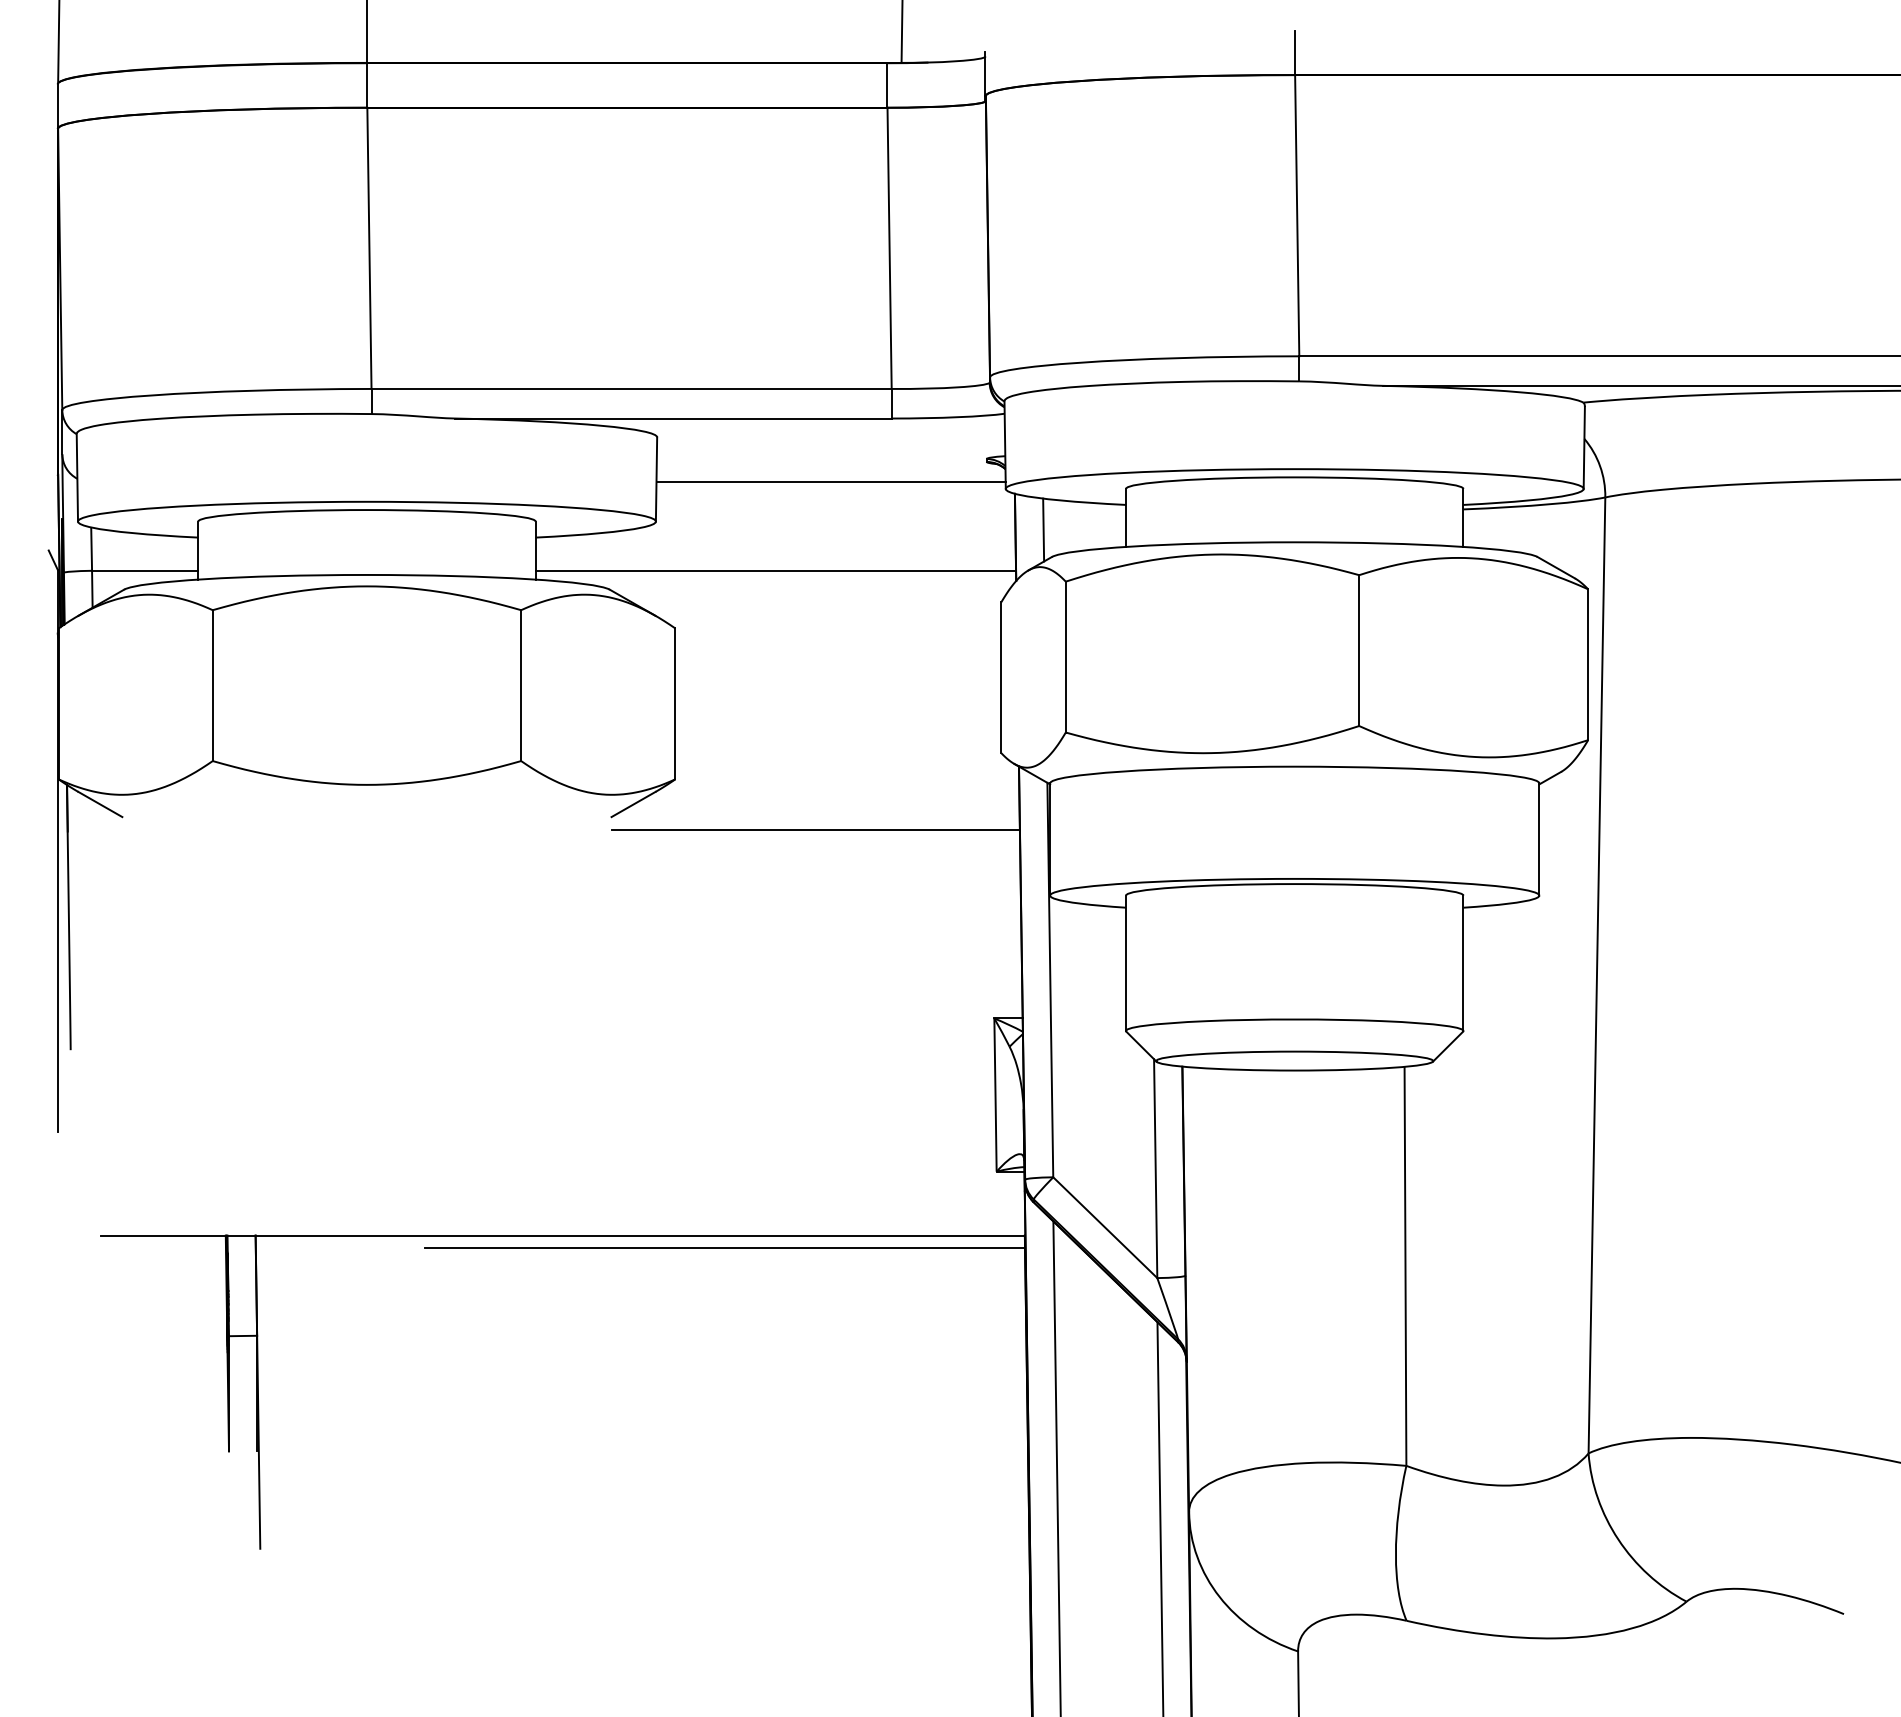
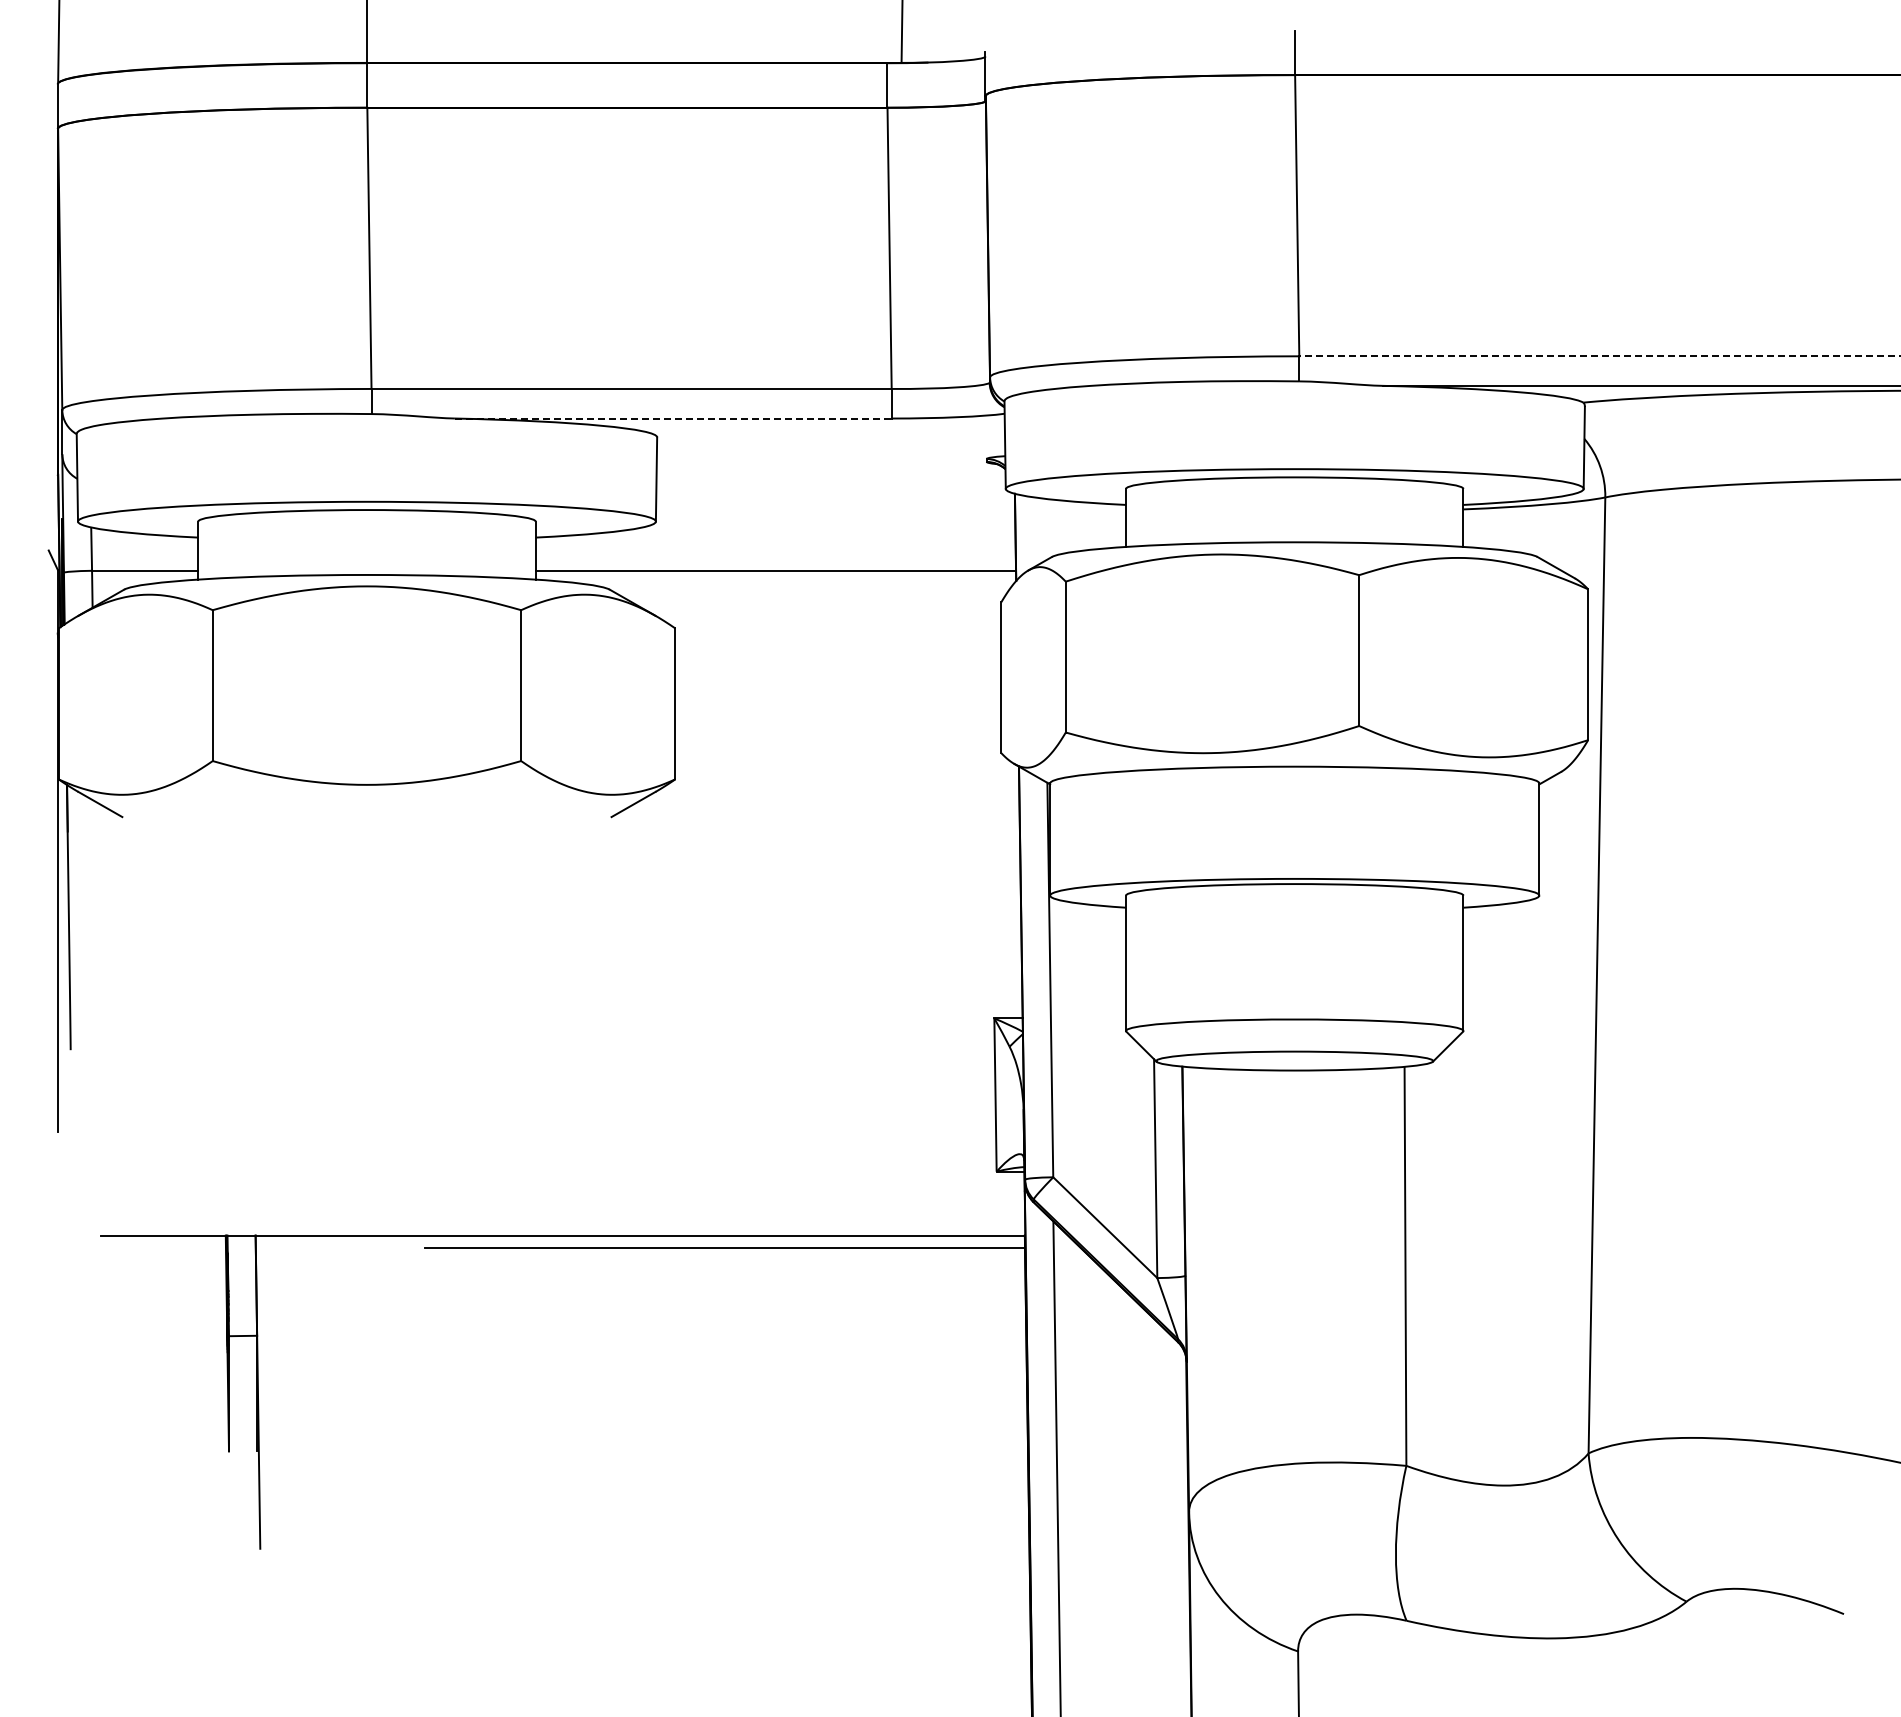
line at (1599, 356): solid -> dashed
line at (673, 418): solid -> dashed
line at (830, 482): present -> none
line at (1043, 529): present -> none
line at (815, 829): present -> none
line at (1160, 1517): present -> none
